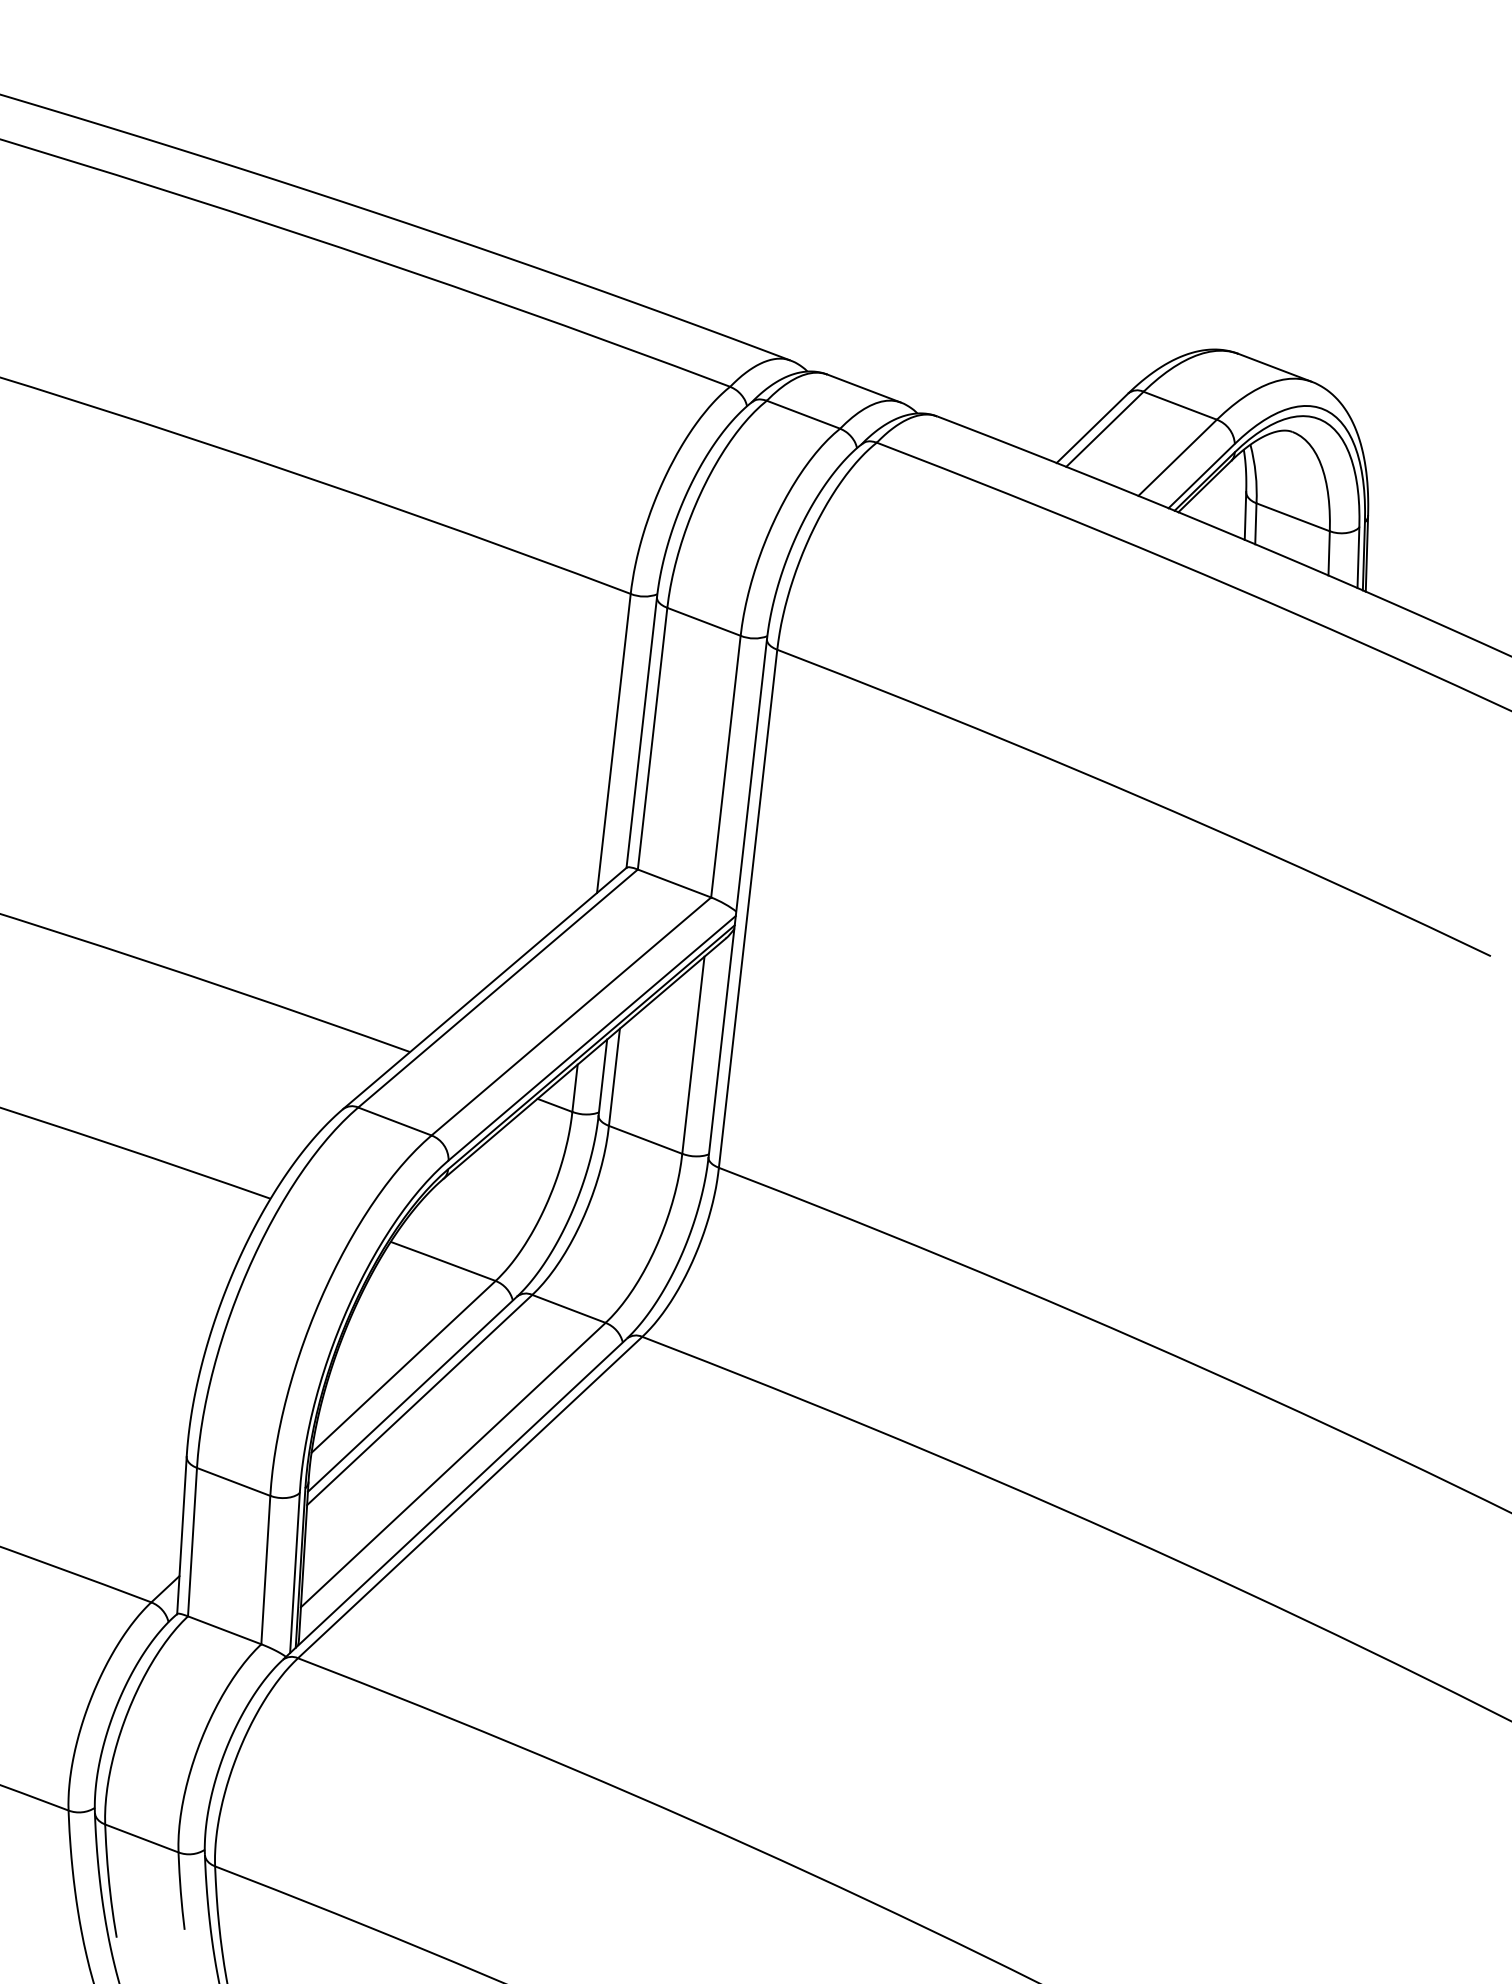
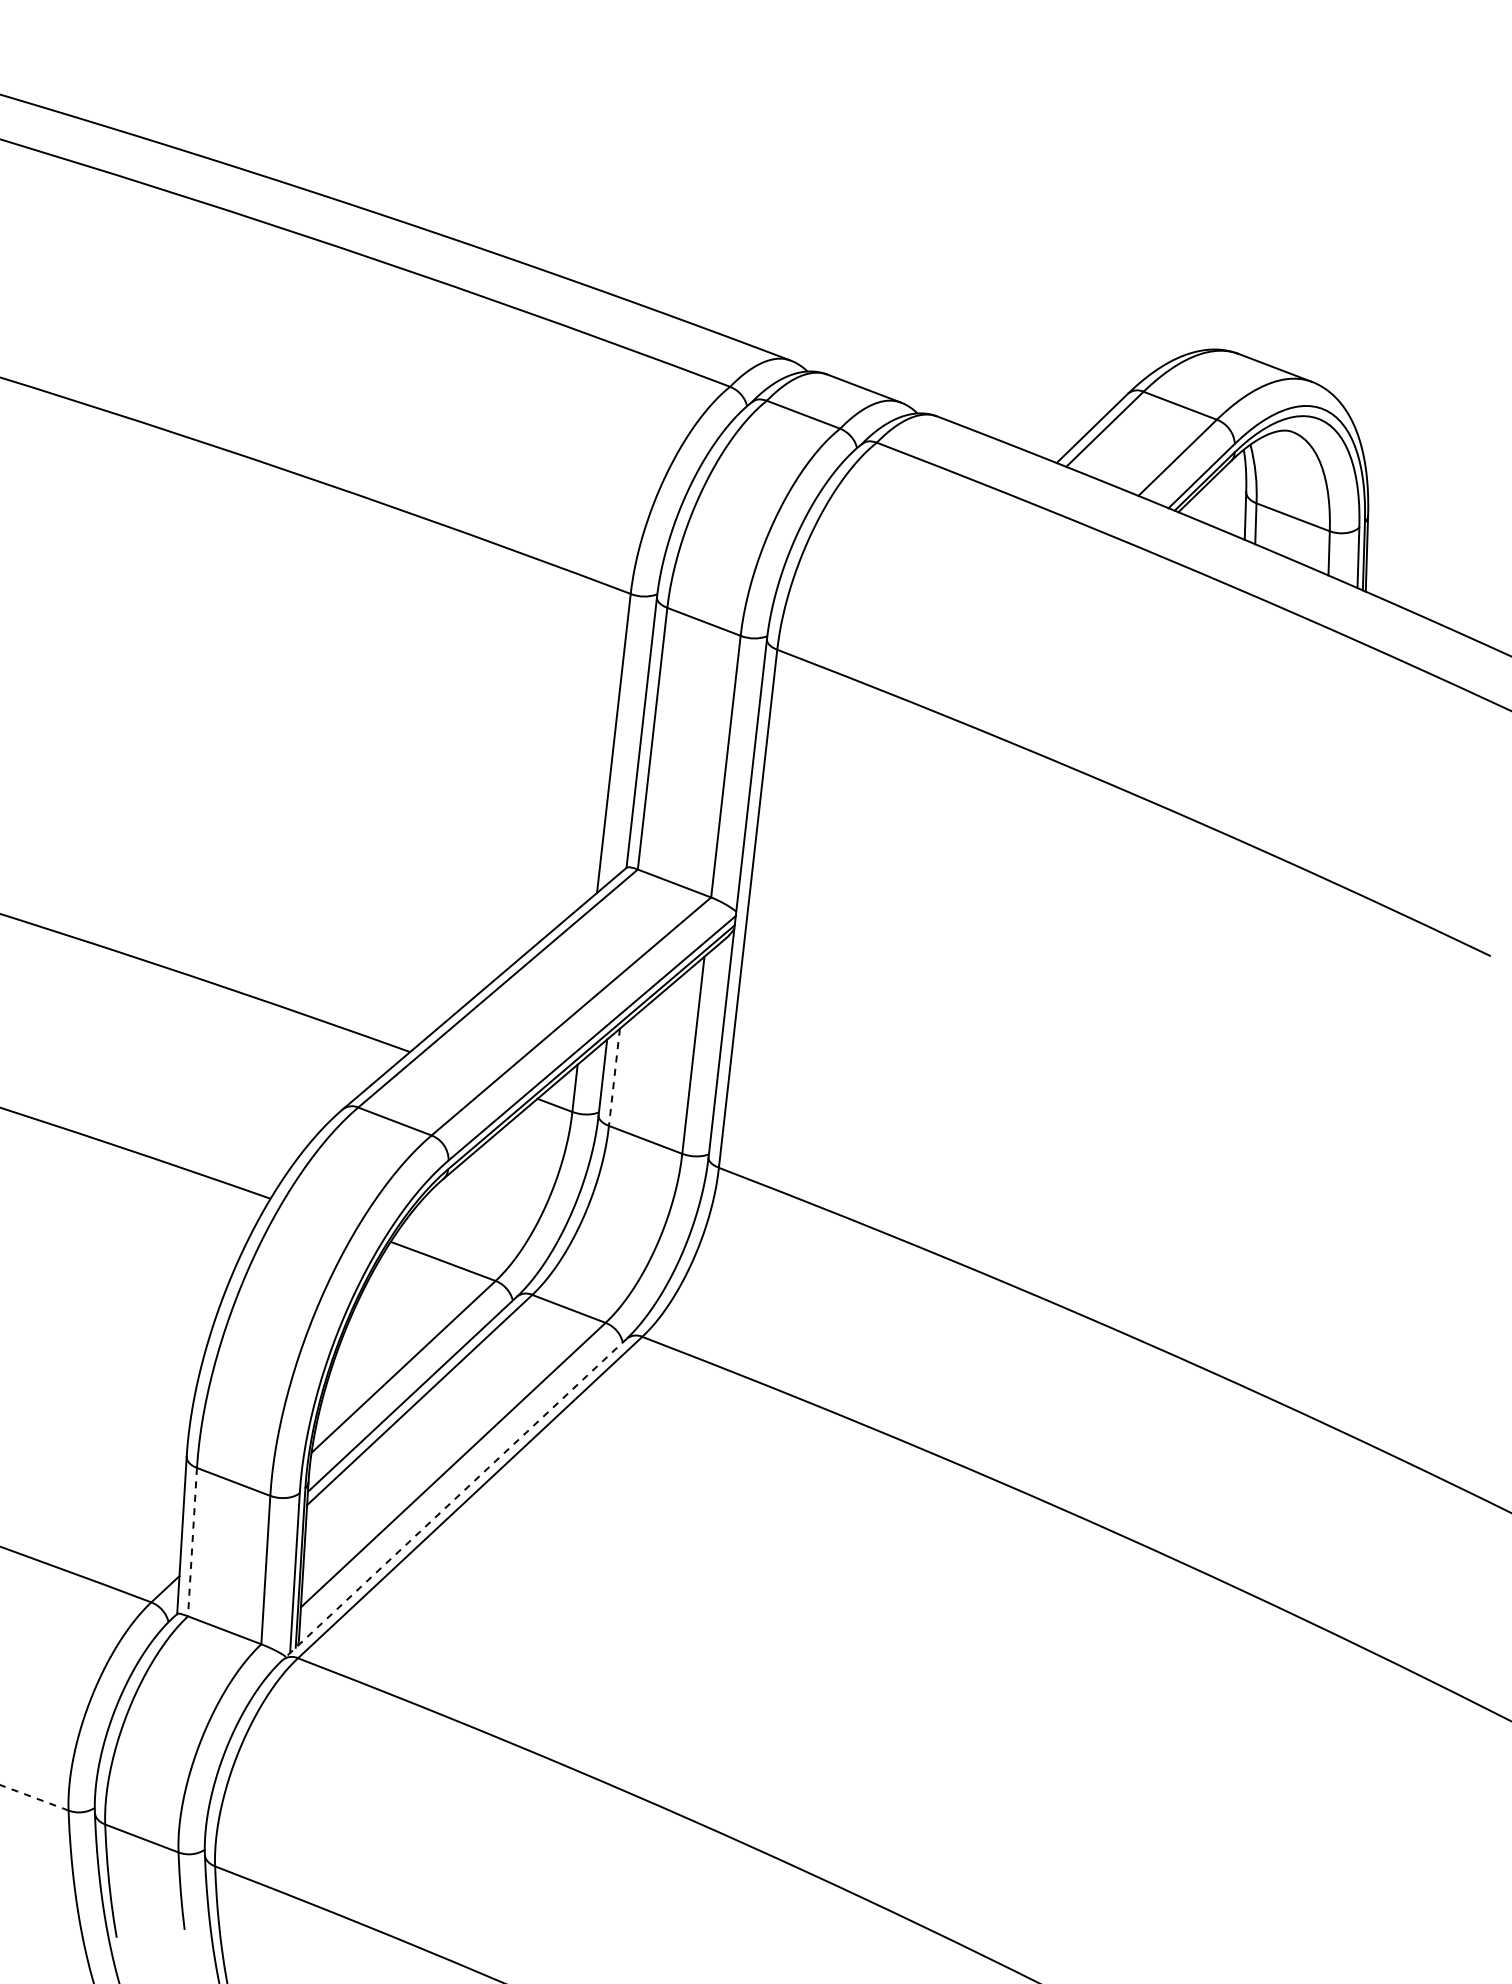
line at (614, 1077): solid -> dashed
line at (453, 1500): solid -> dashed
line at (192, 1542): solid -> dashed
arc at (34, 1797): solid -> dashed
